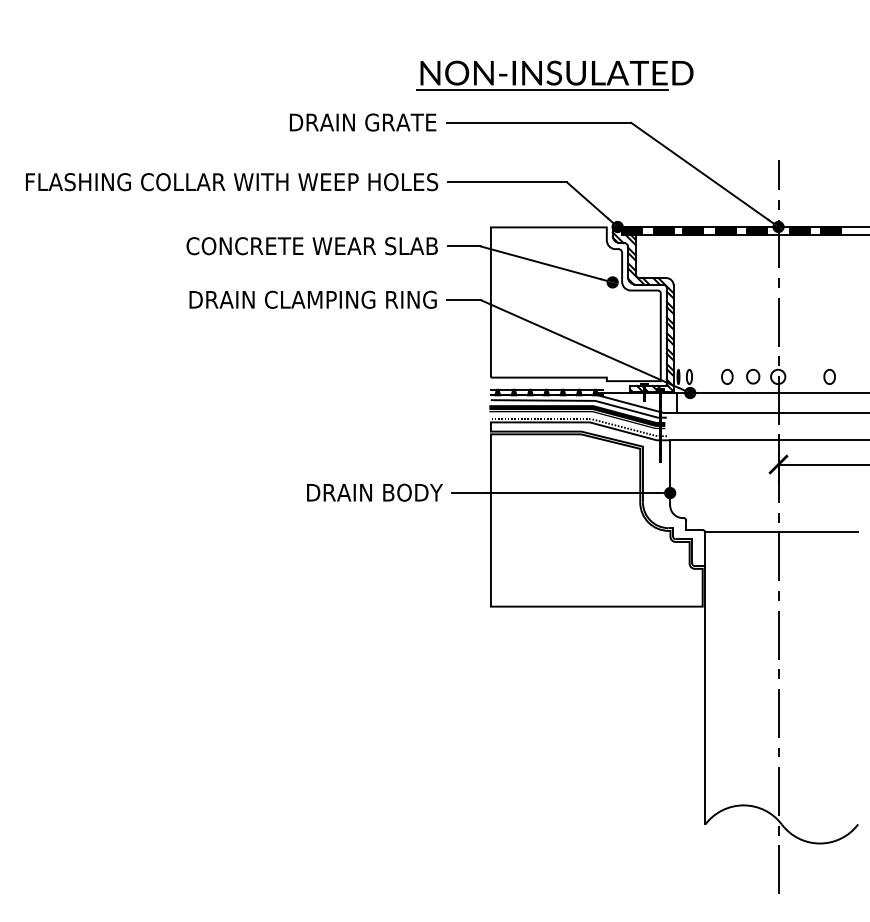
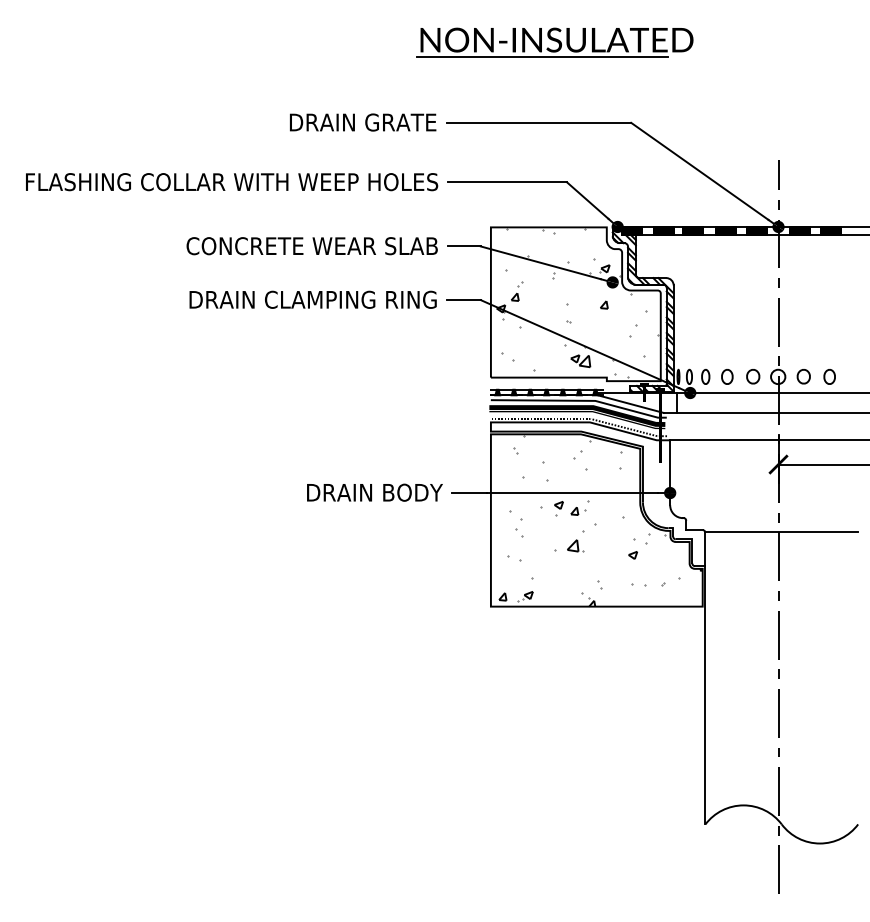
part at (554, 75) position: (554, 75) -> (554, 42)
hatch at (576, 302): none -> present
part at (705, 376): none -> present
part at (803, 376): none -> present
hatch at (600, 520): none -> present
